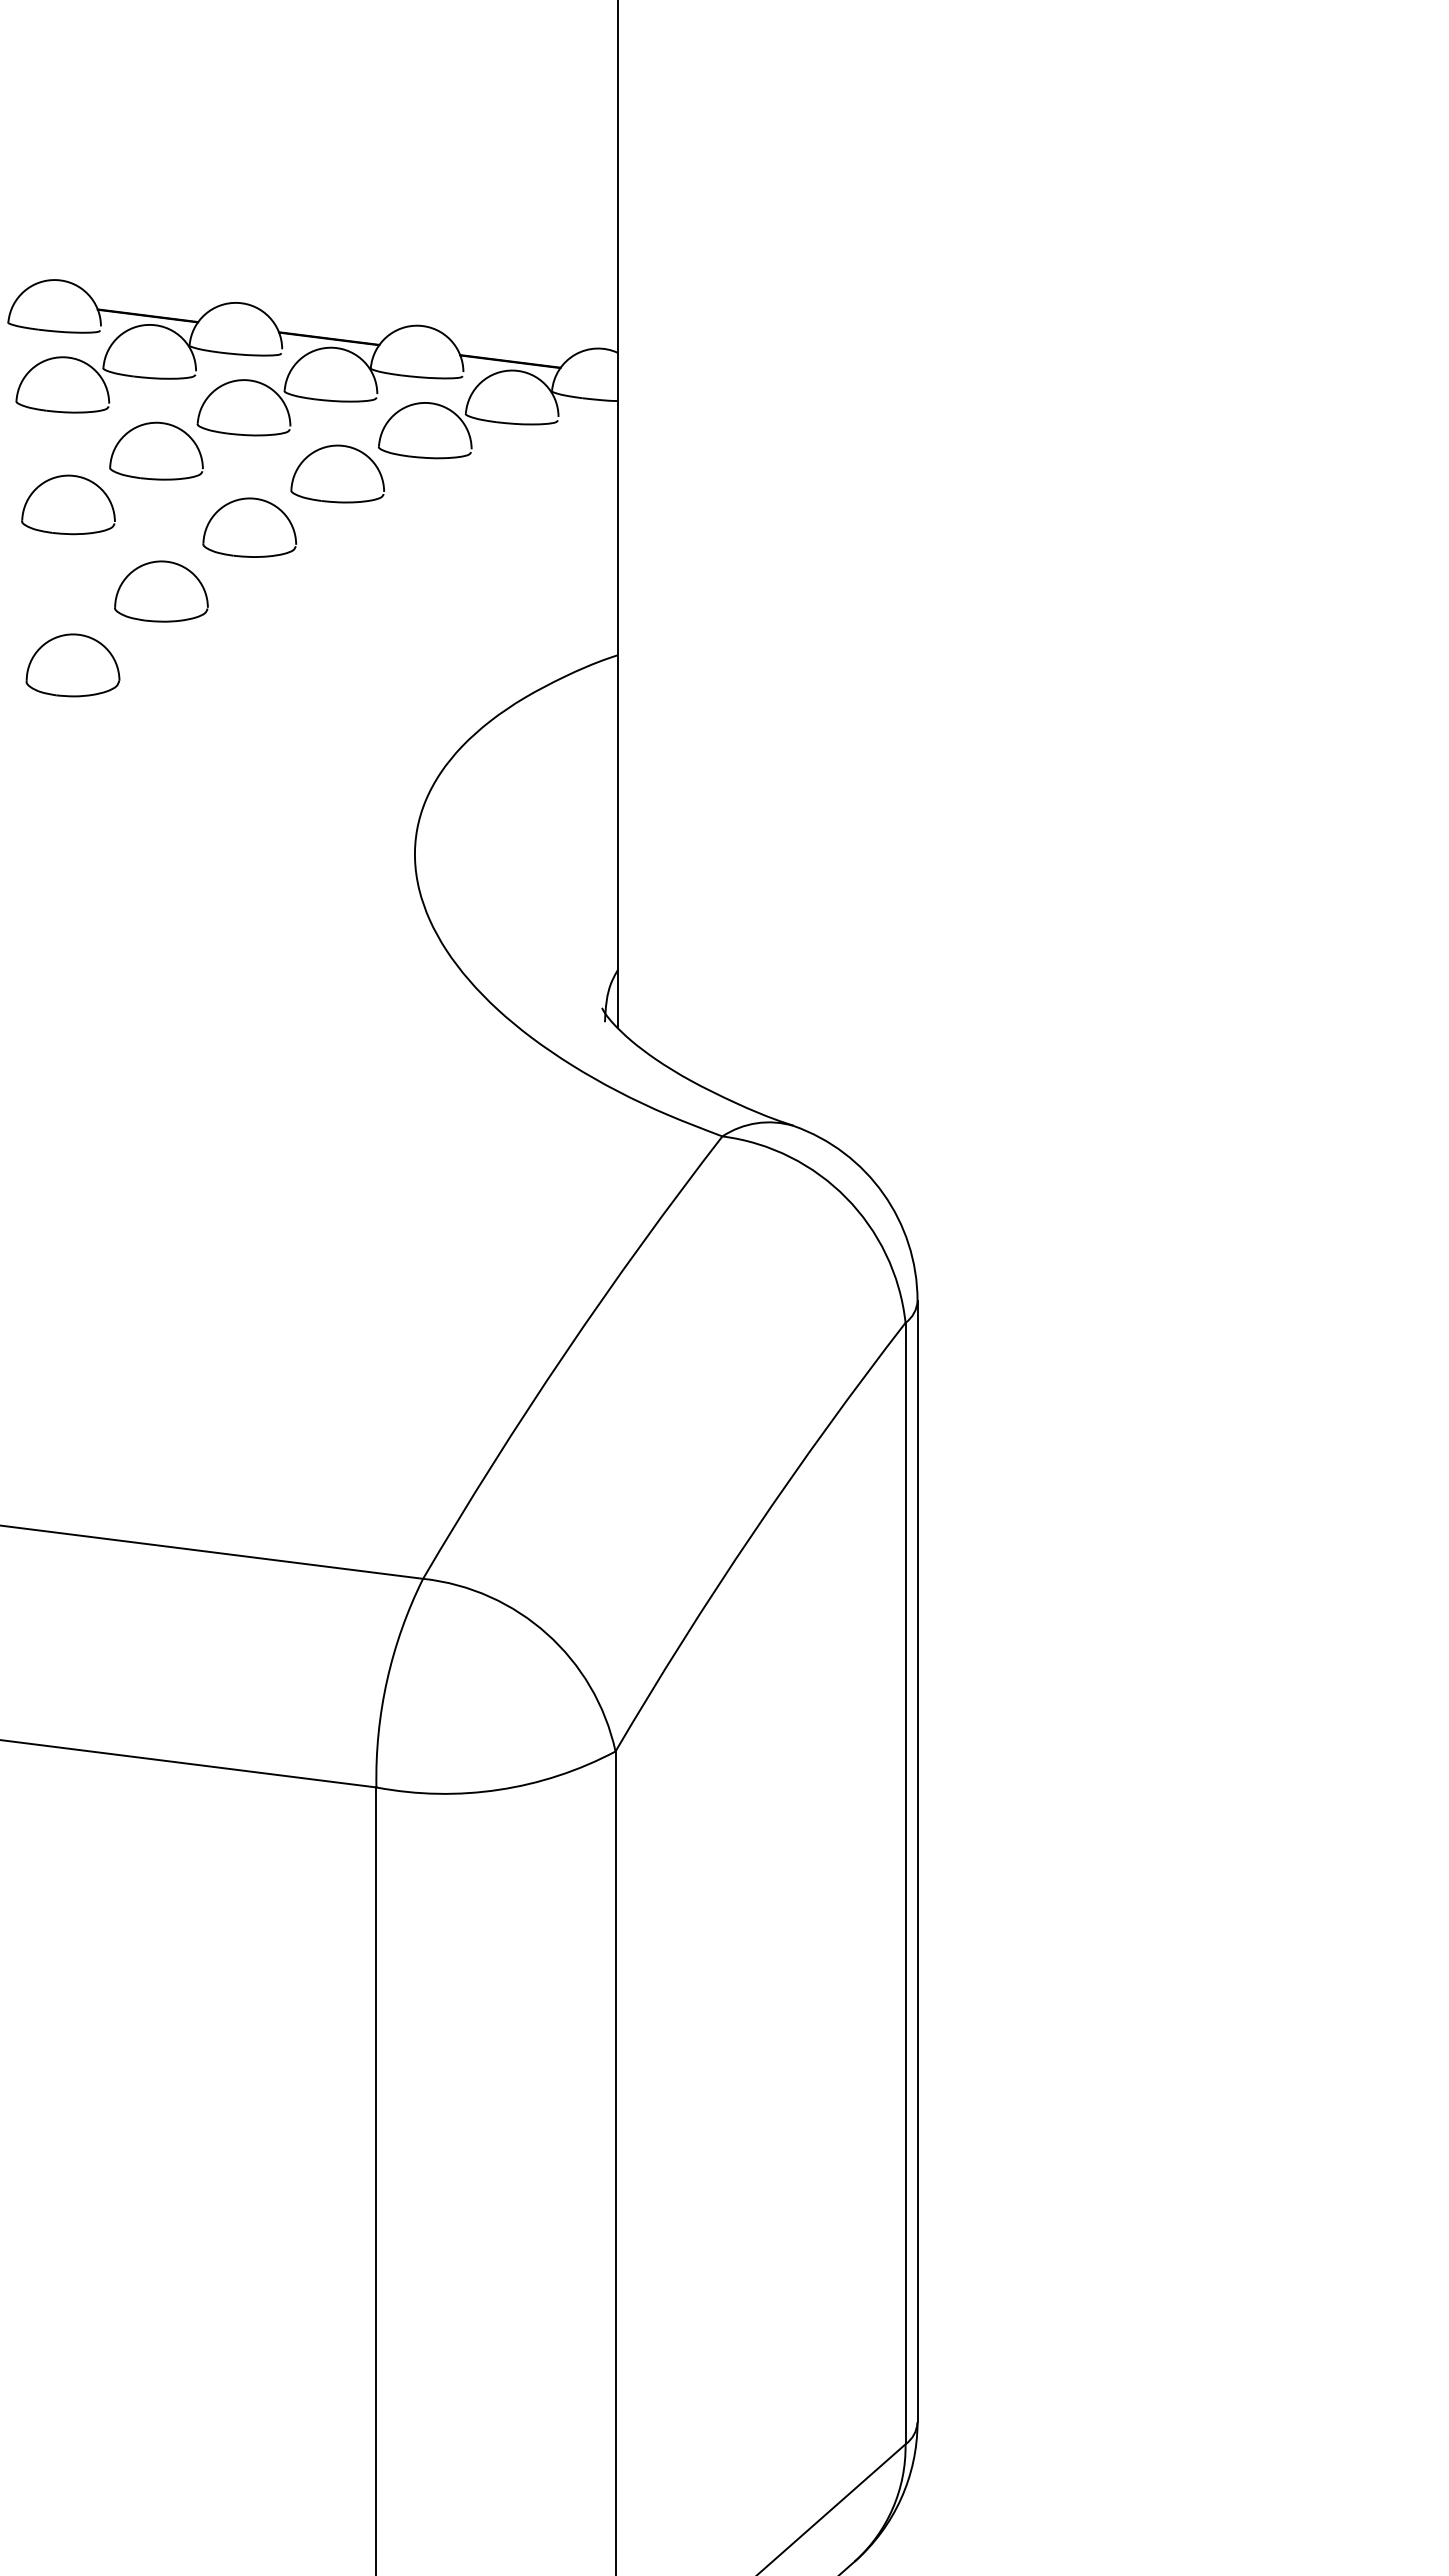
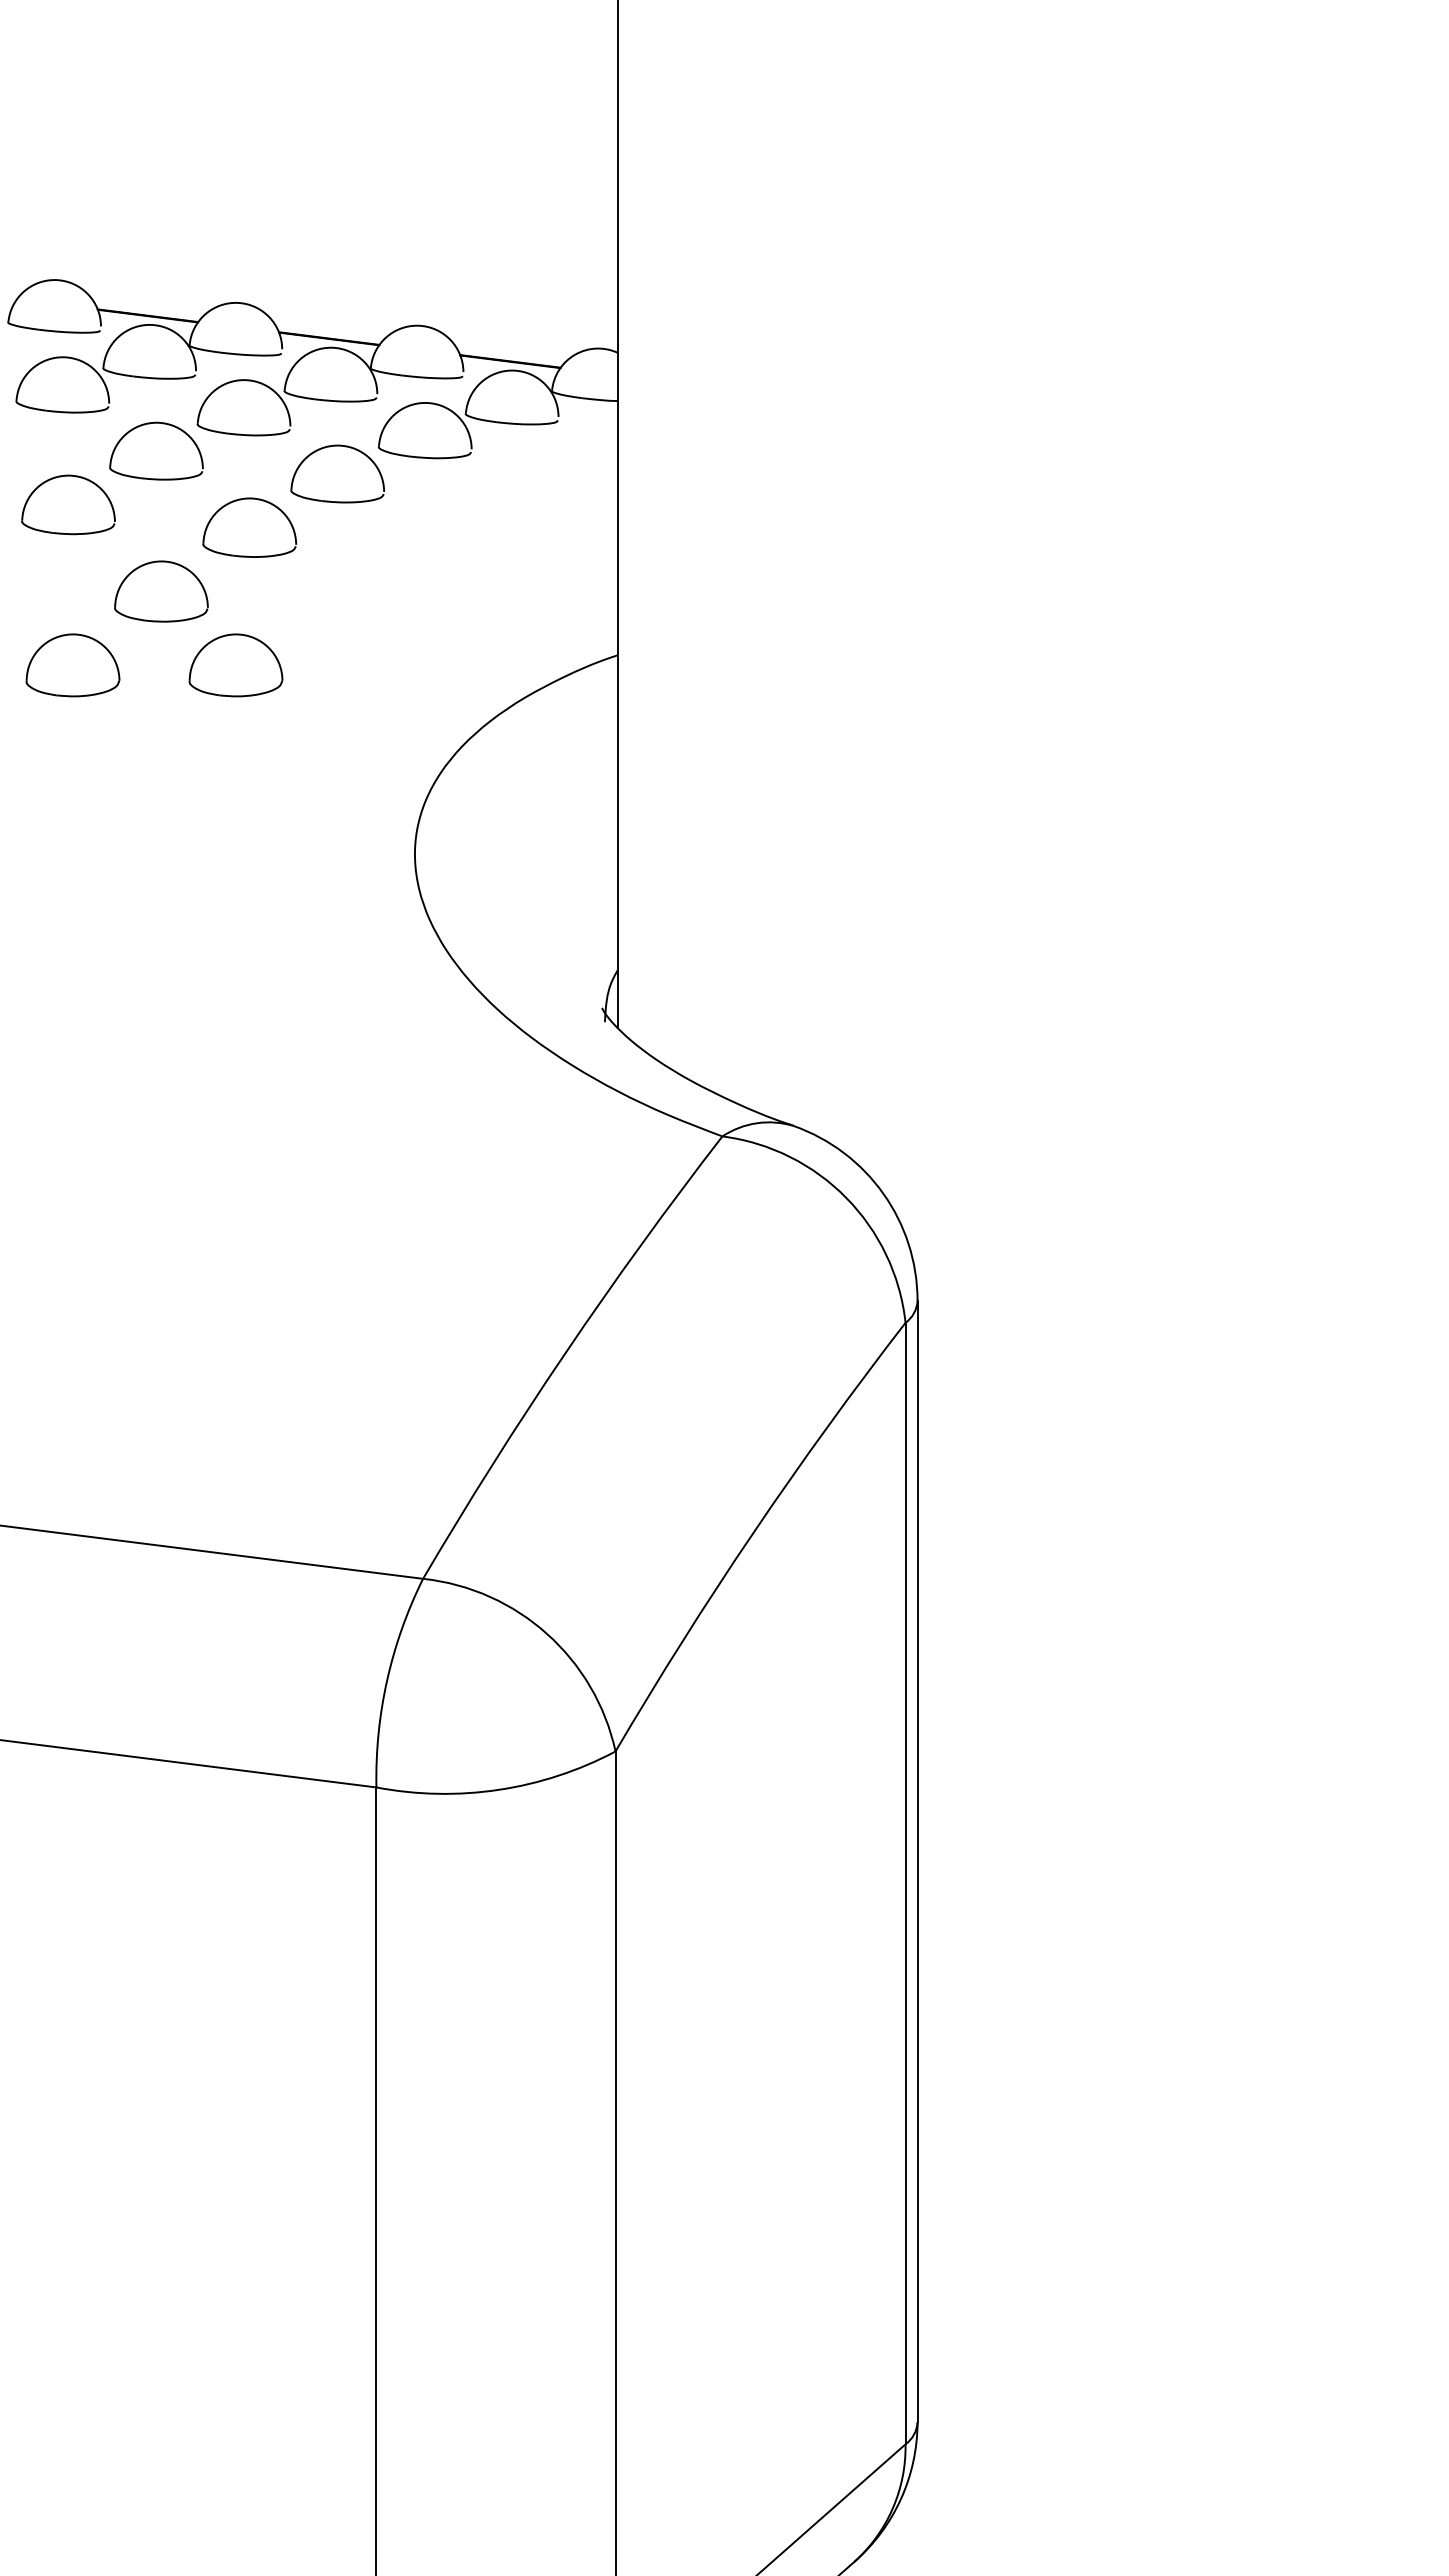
part at (235, 665): none -> present
